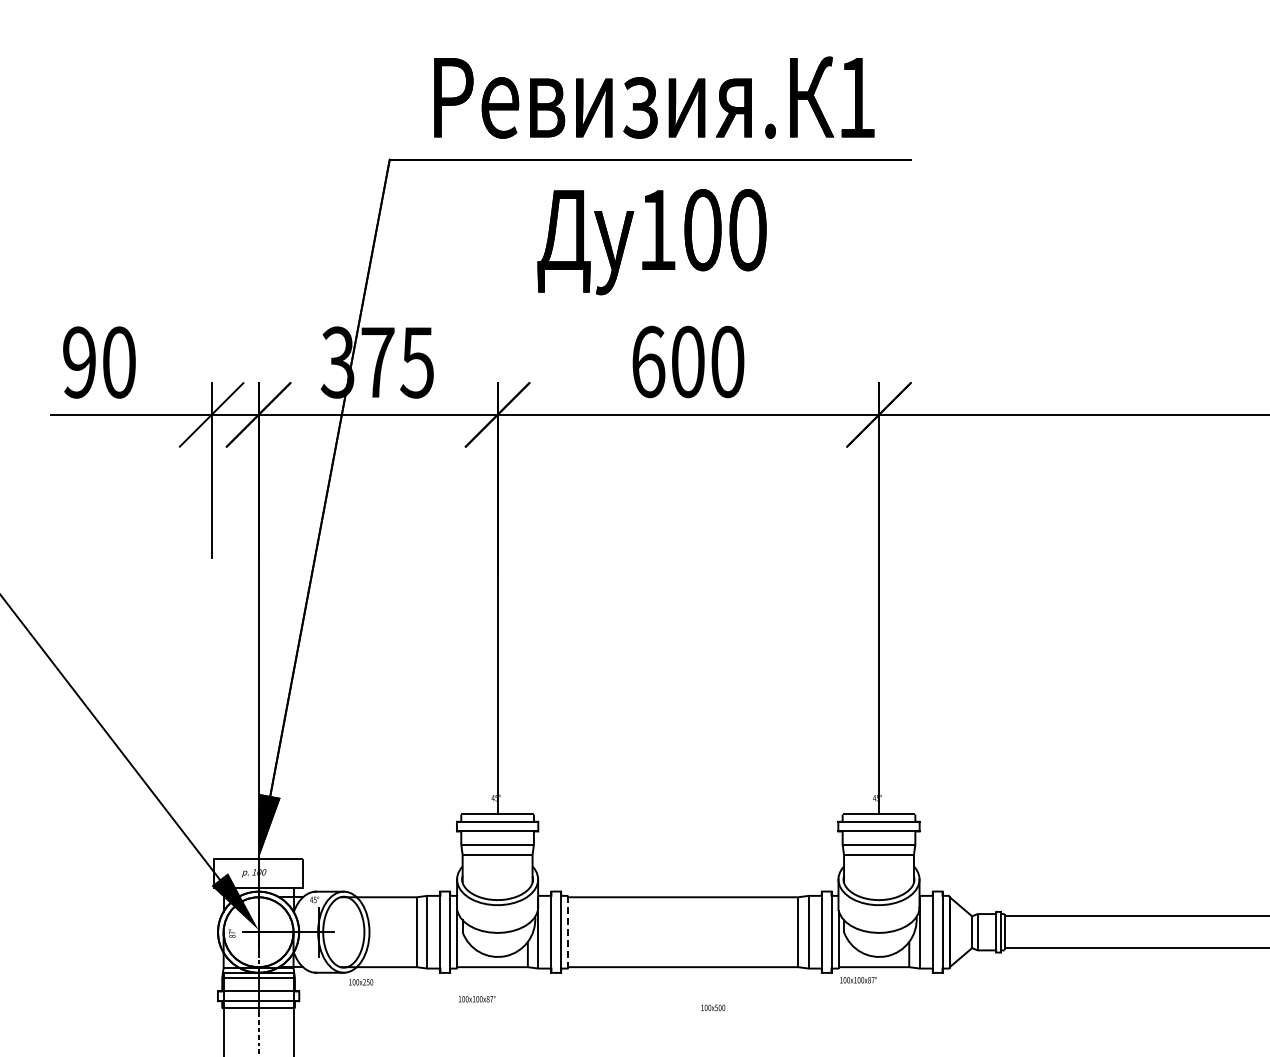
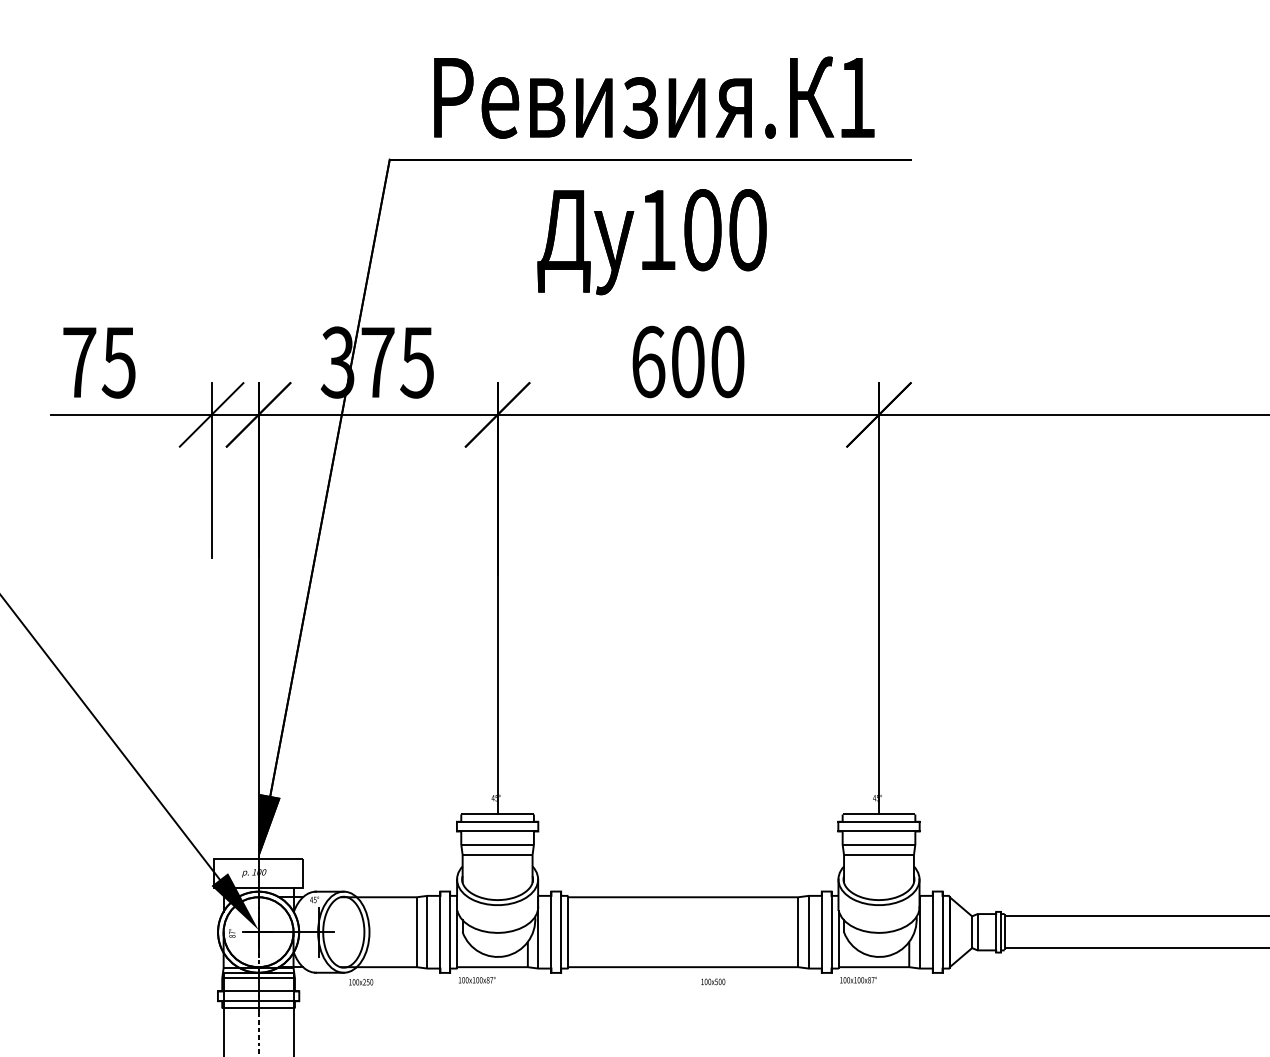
text at (99, 362): 90 -> 75
line at (568, 932): dashed -> solid
text at (477, 999) position: (477, 999) -> (477, 980)
text at (713, 1007) position: (713, 1007) -> (713, 981)
